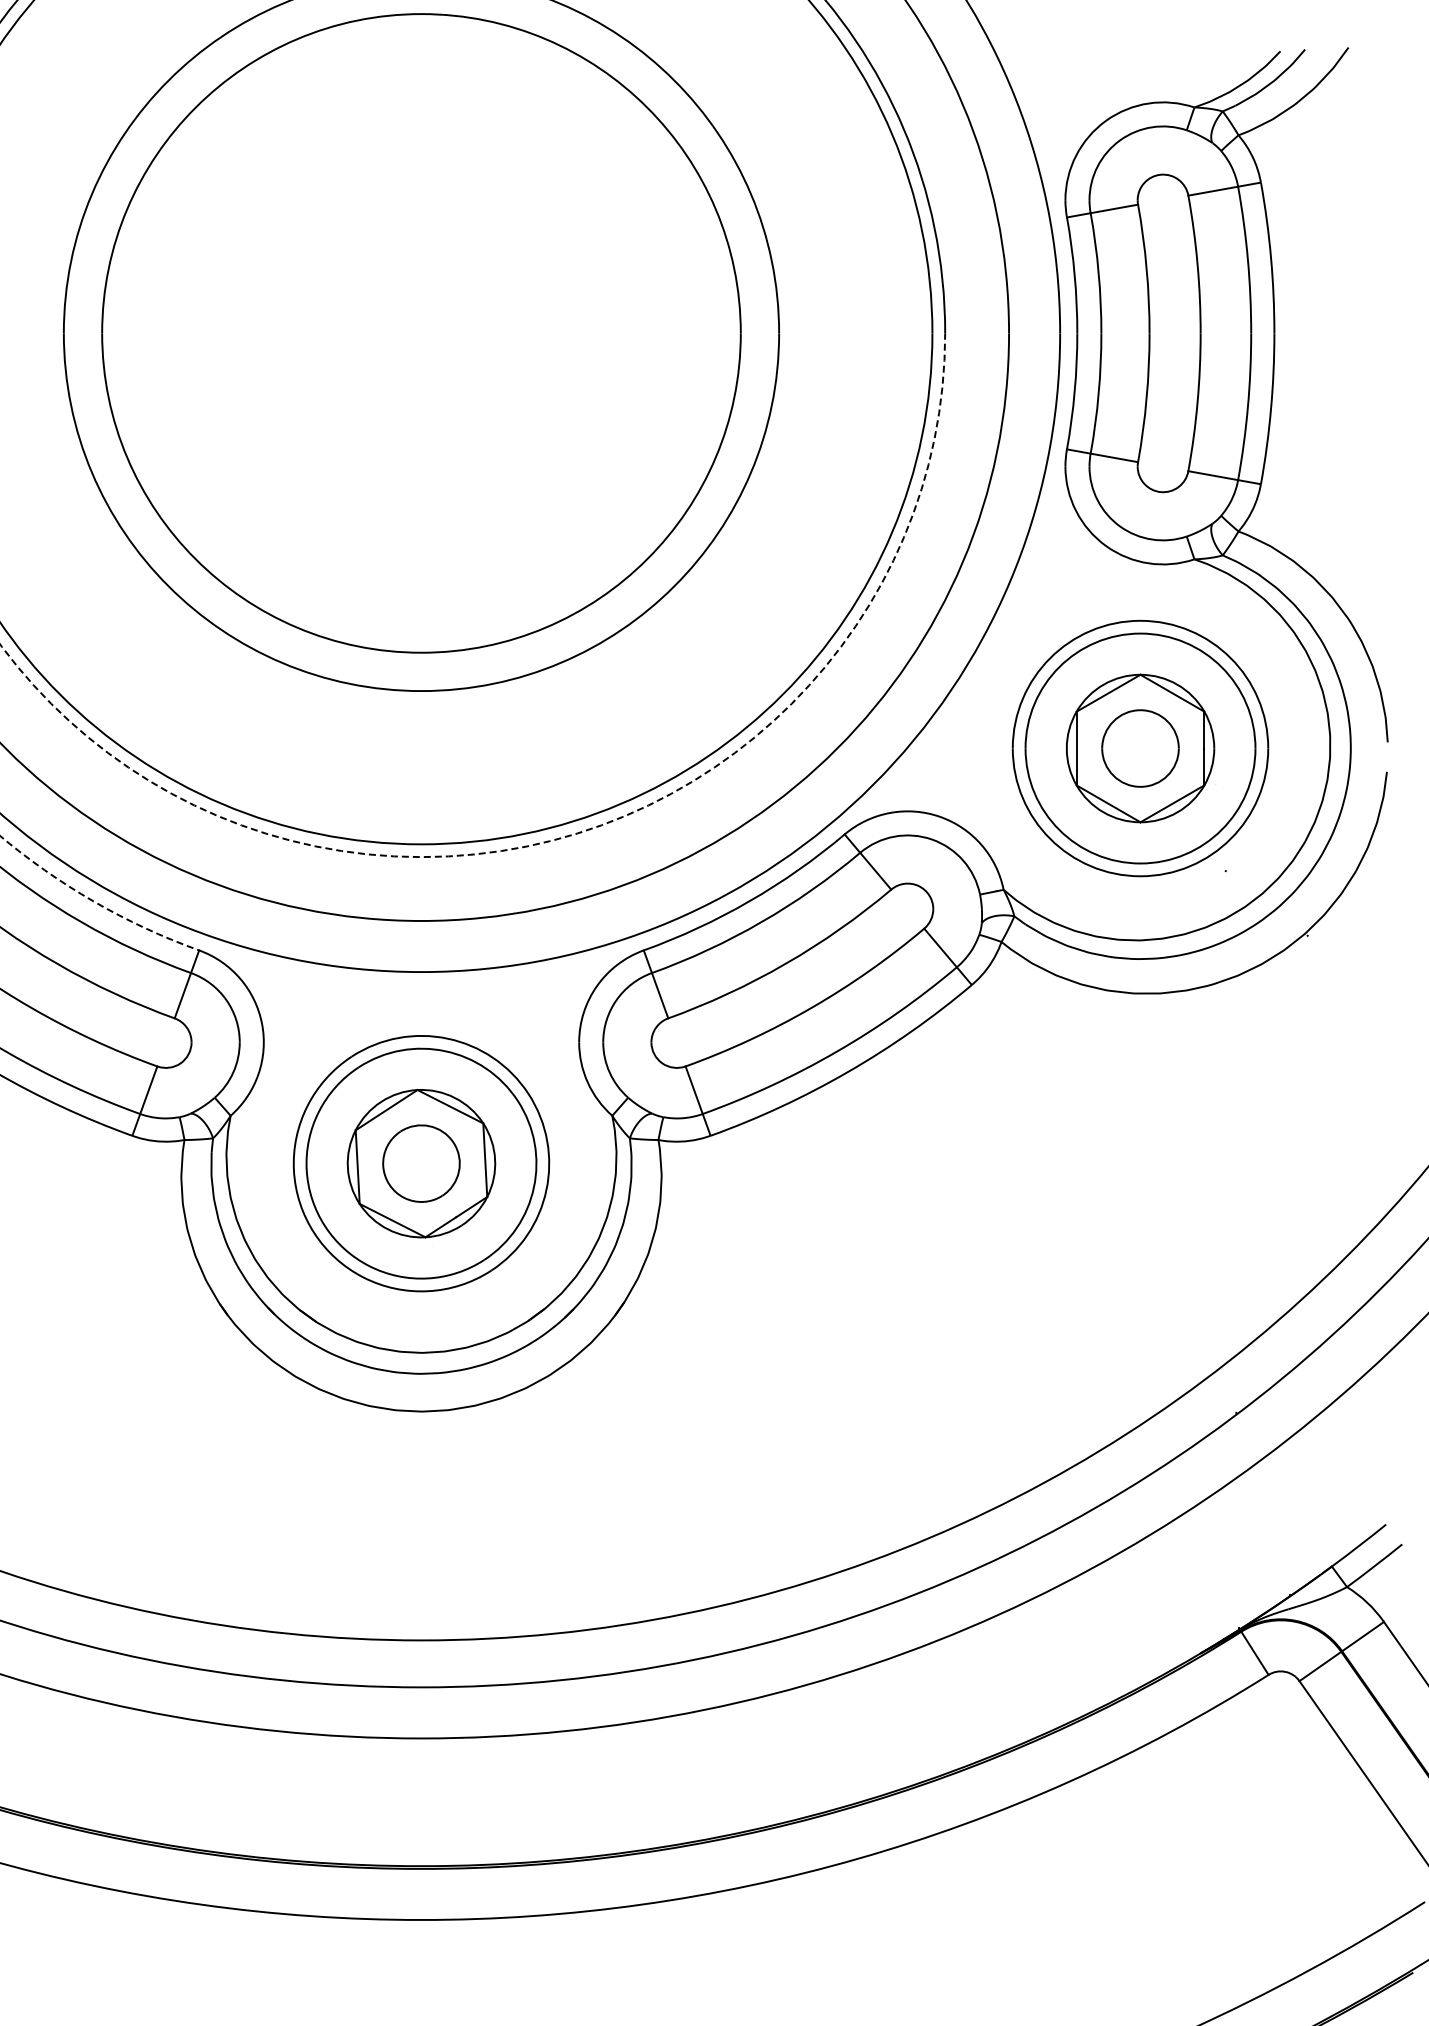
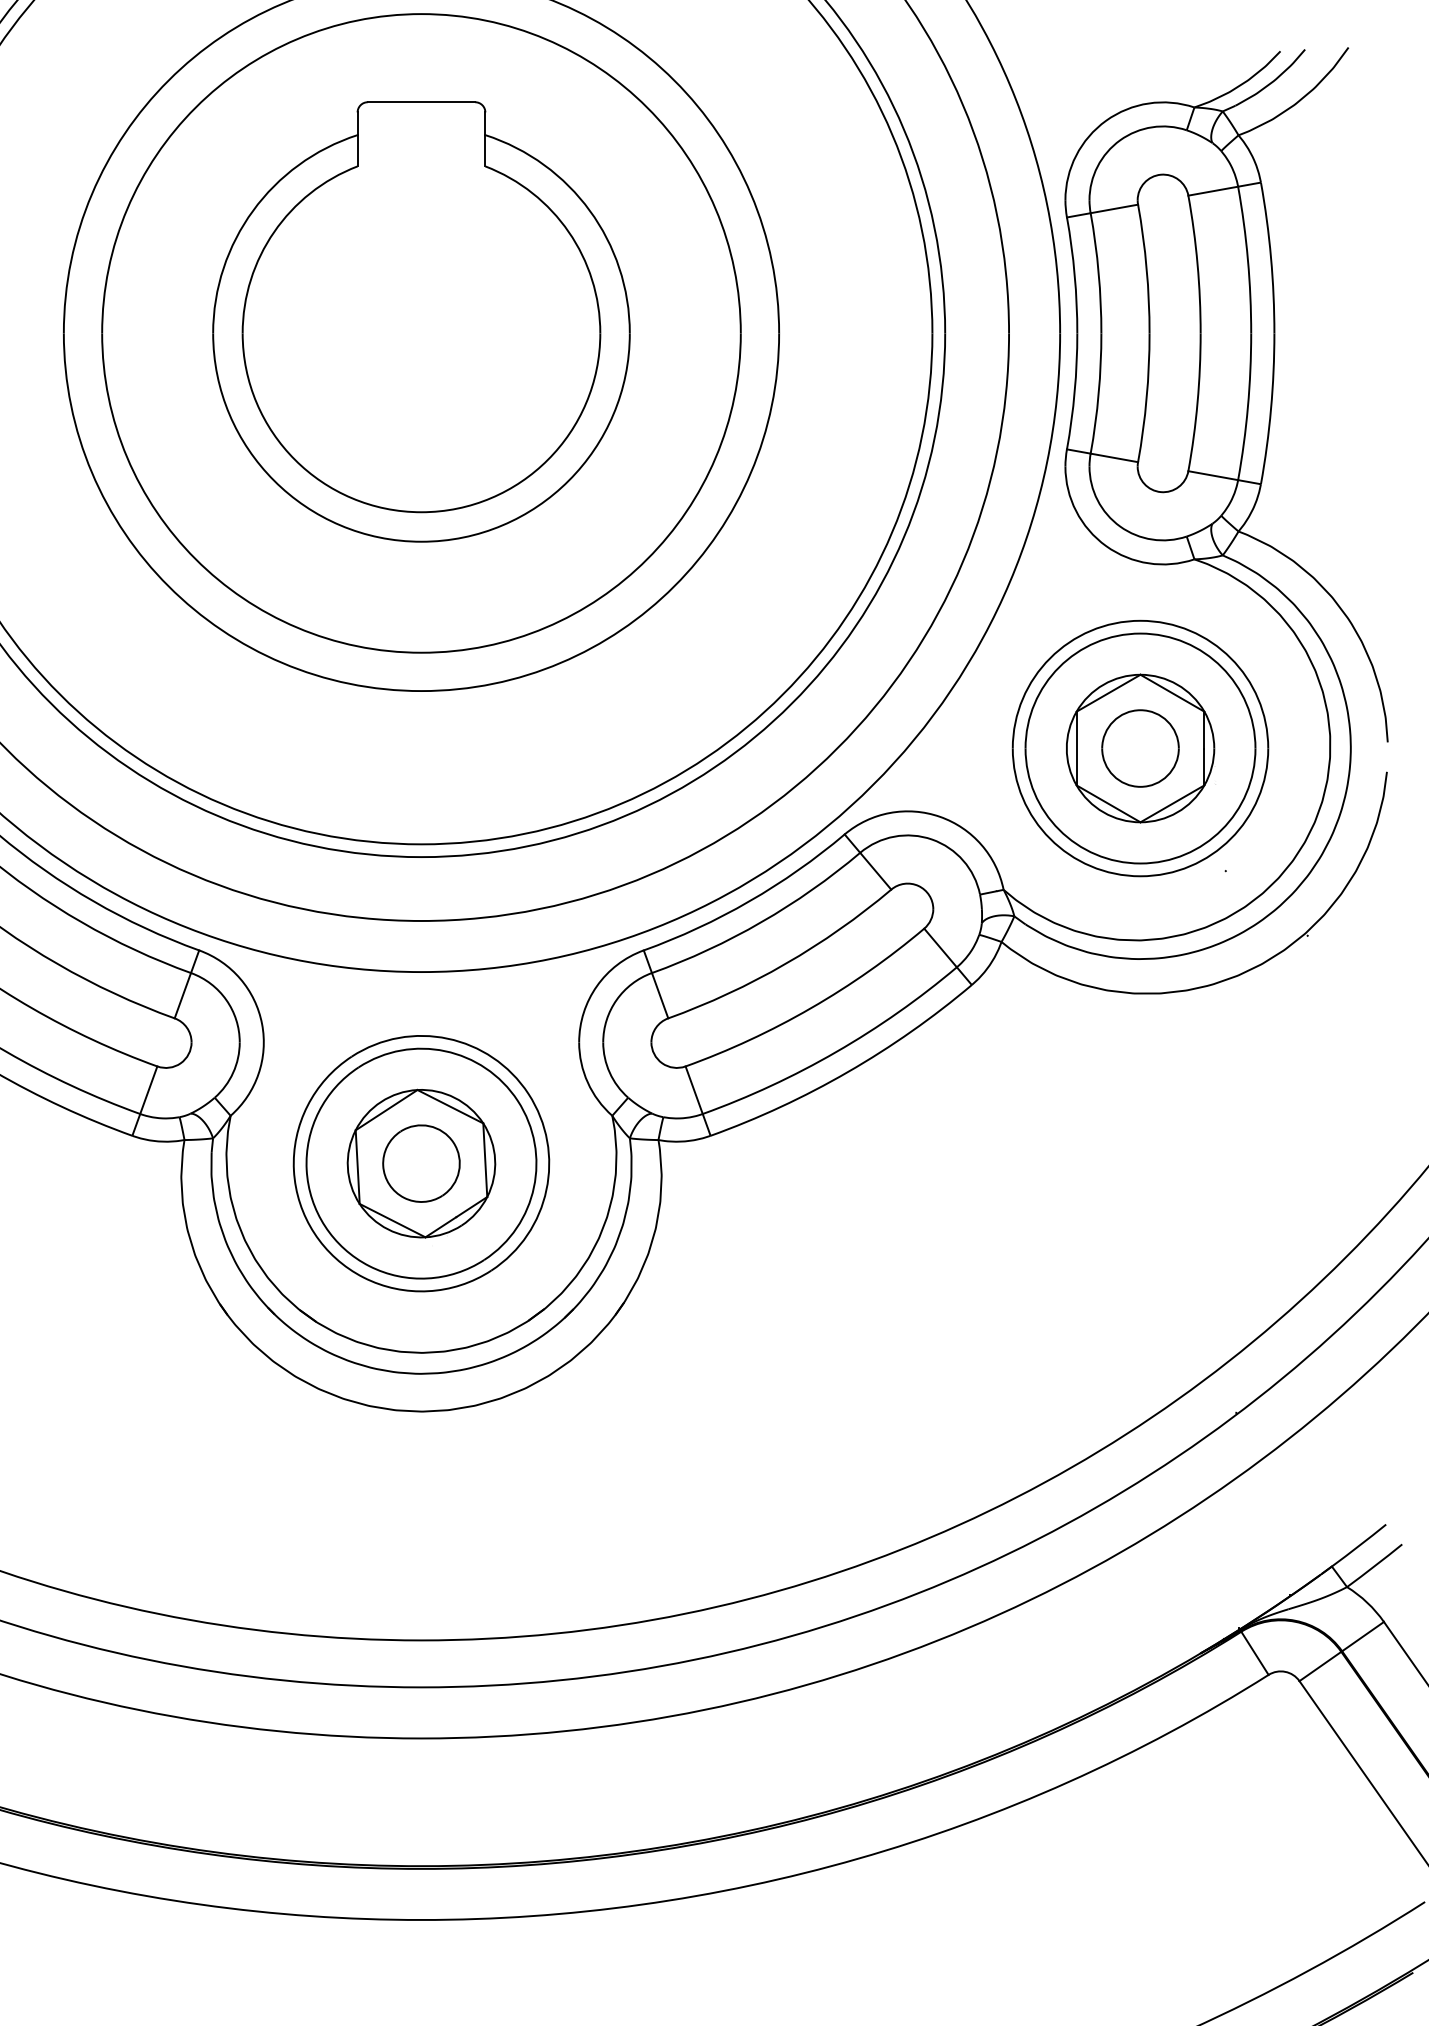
part at (421, 321): none -> present
arc at (585, 830): dashed -> solid
arc at (94, 901): dashed -> solid
